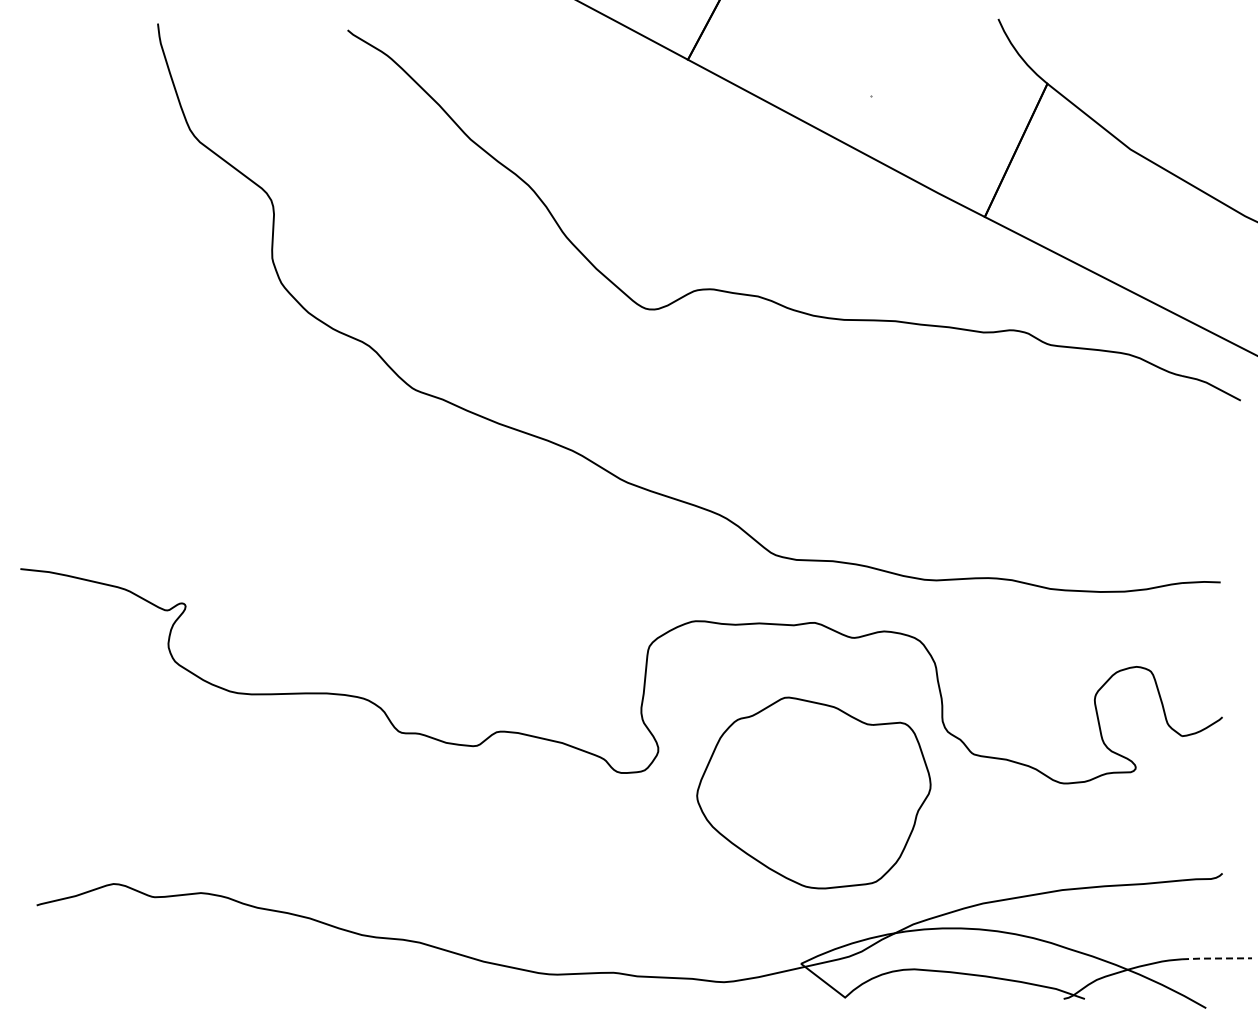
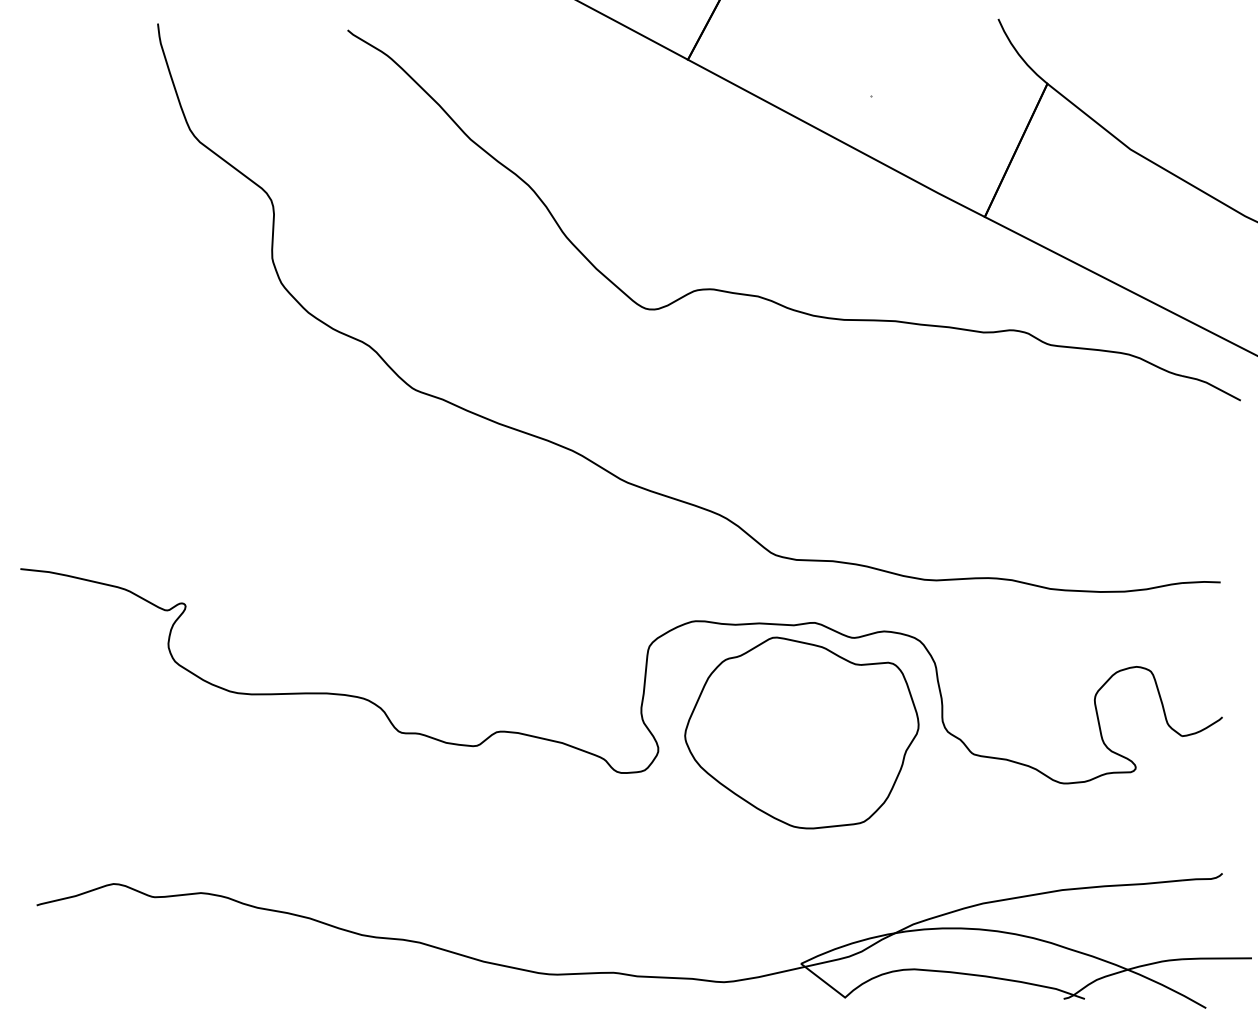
part at (813, 792) position: (813, 792) -> (801, 732)
line at (1216, 958): dashed -> solid
